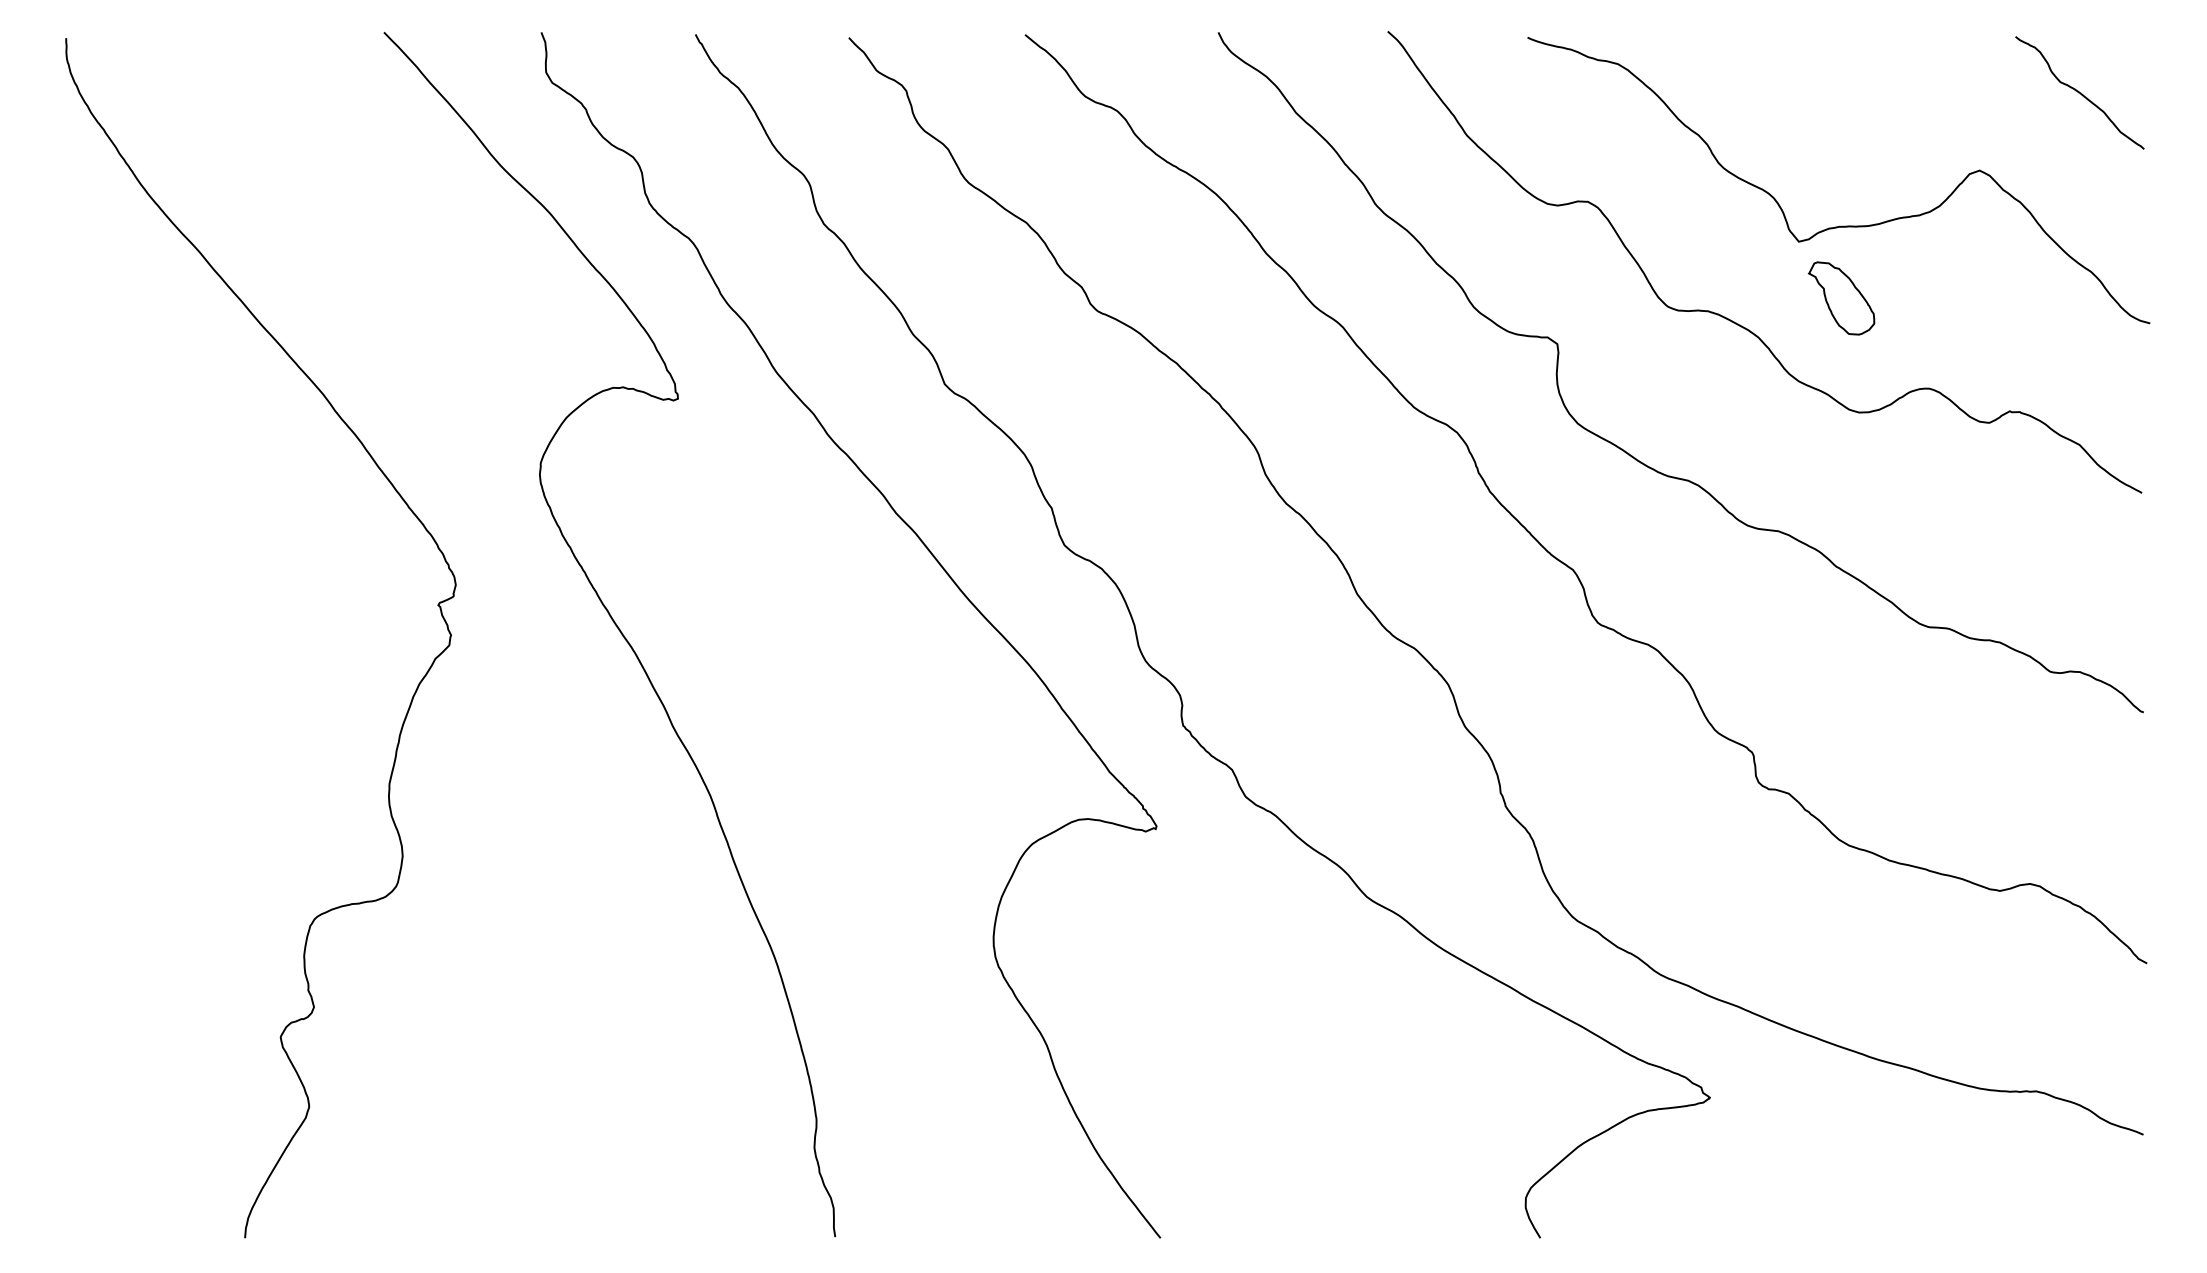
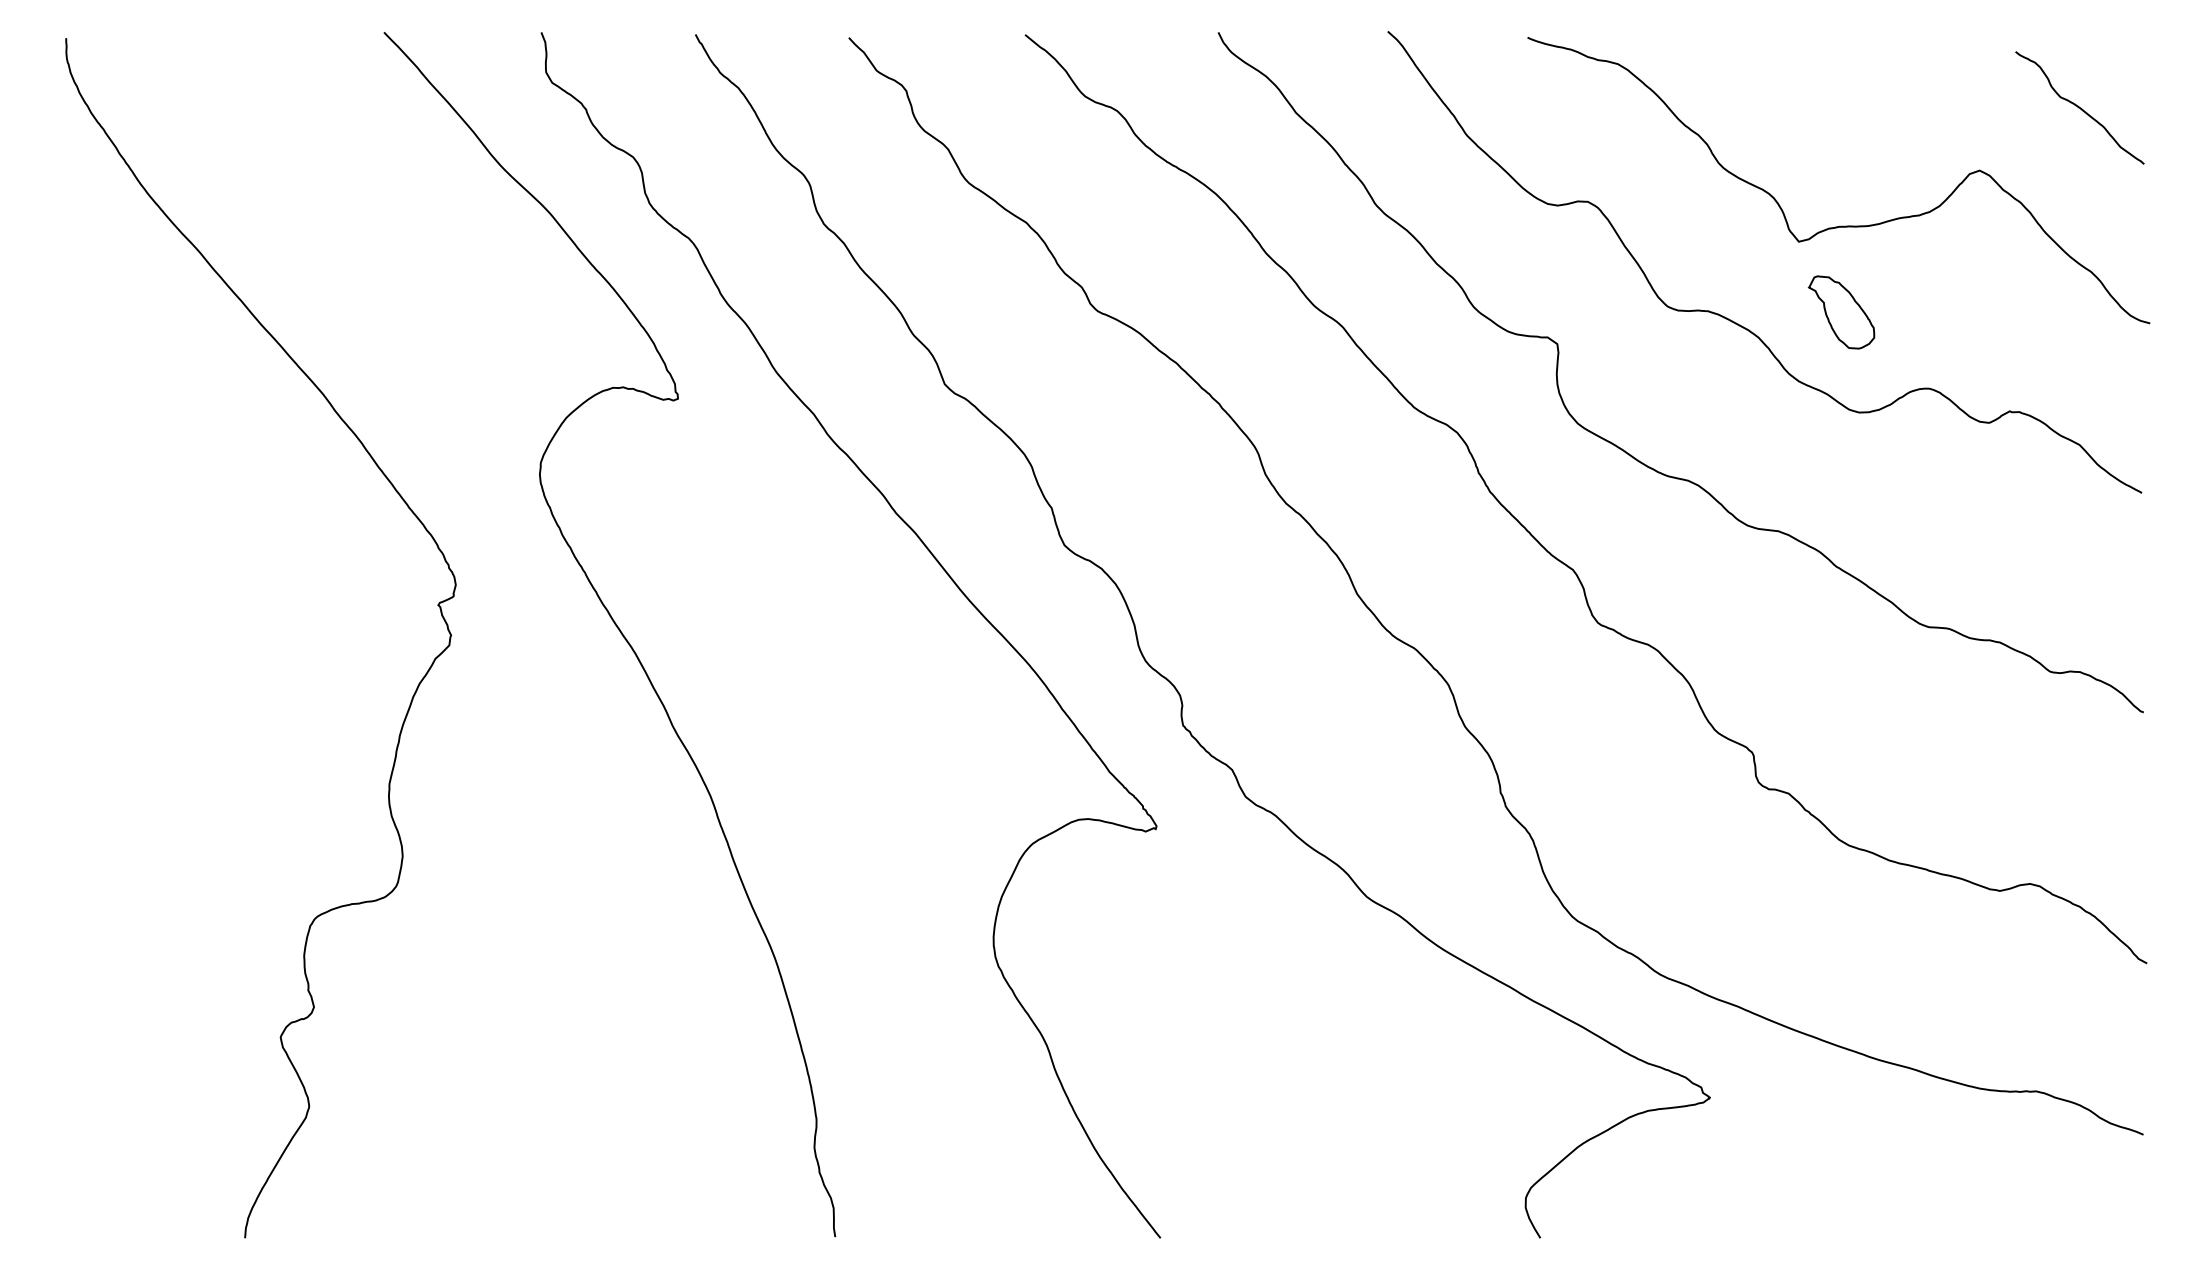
curve at (2079, 92) position: (2079, 92) -> (2079, 107)
part at (1841, 298) position: (1841, 298) -> (1841, 312)
